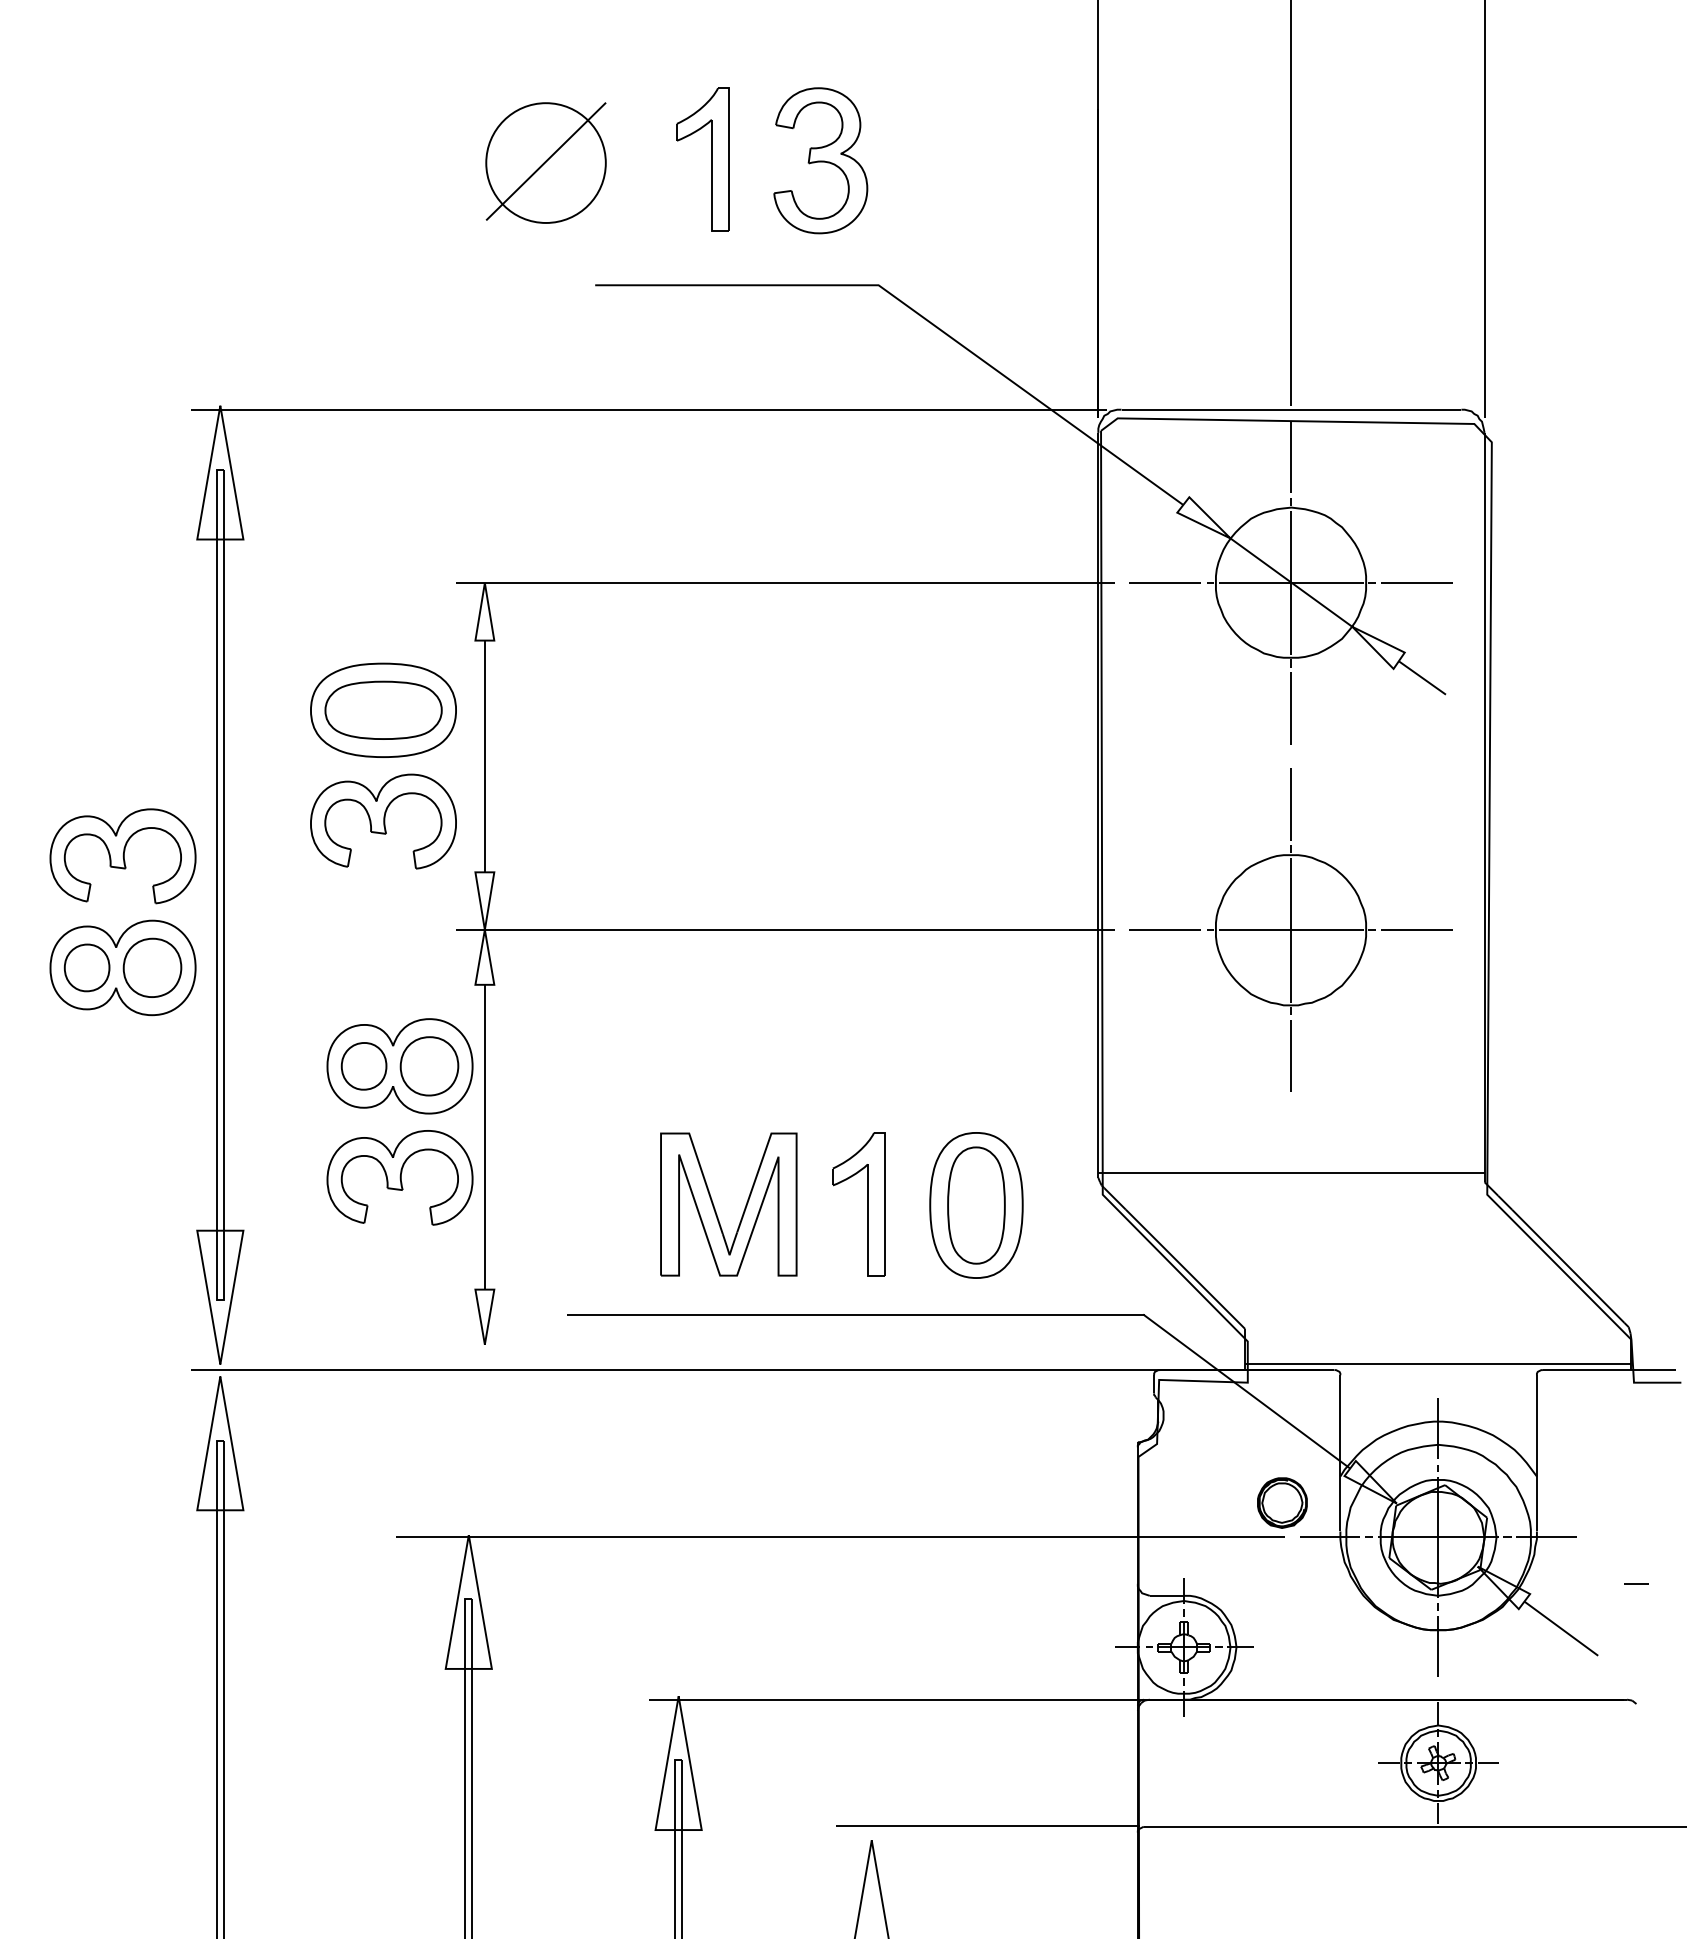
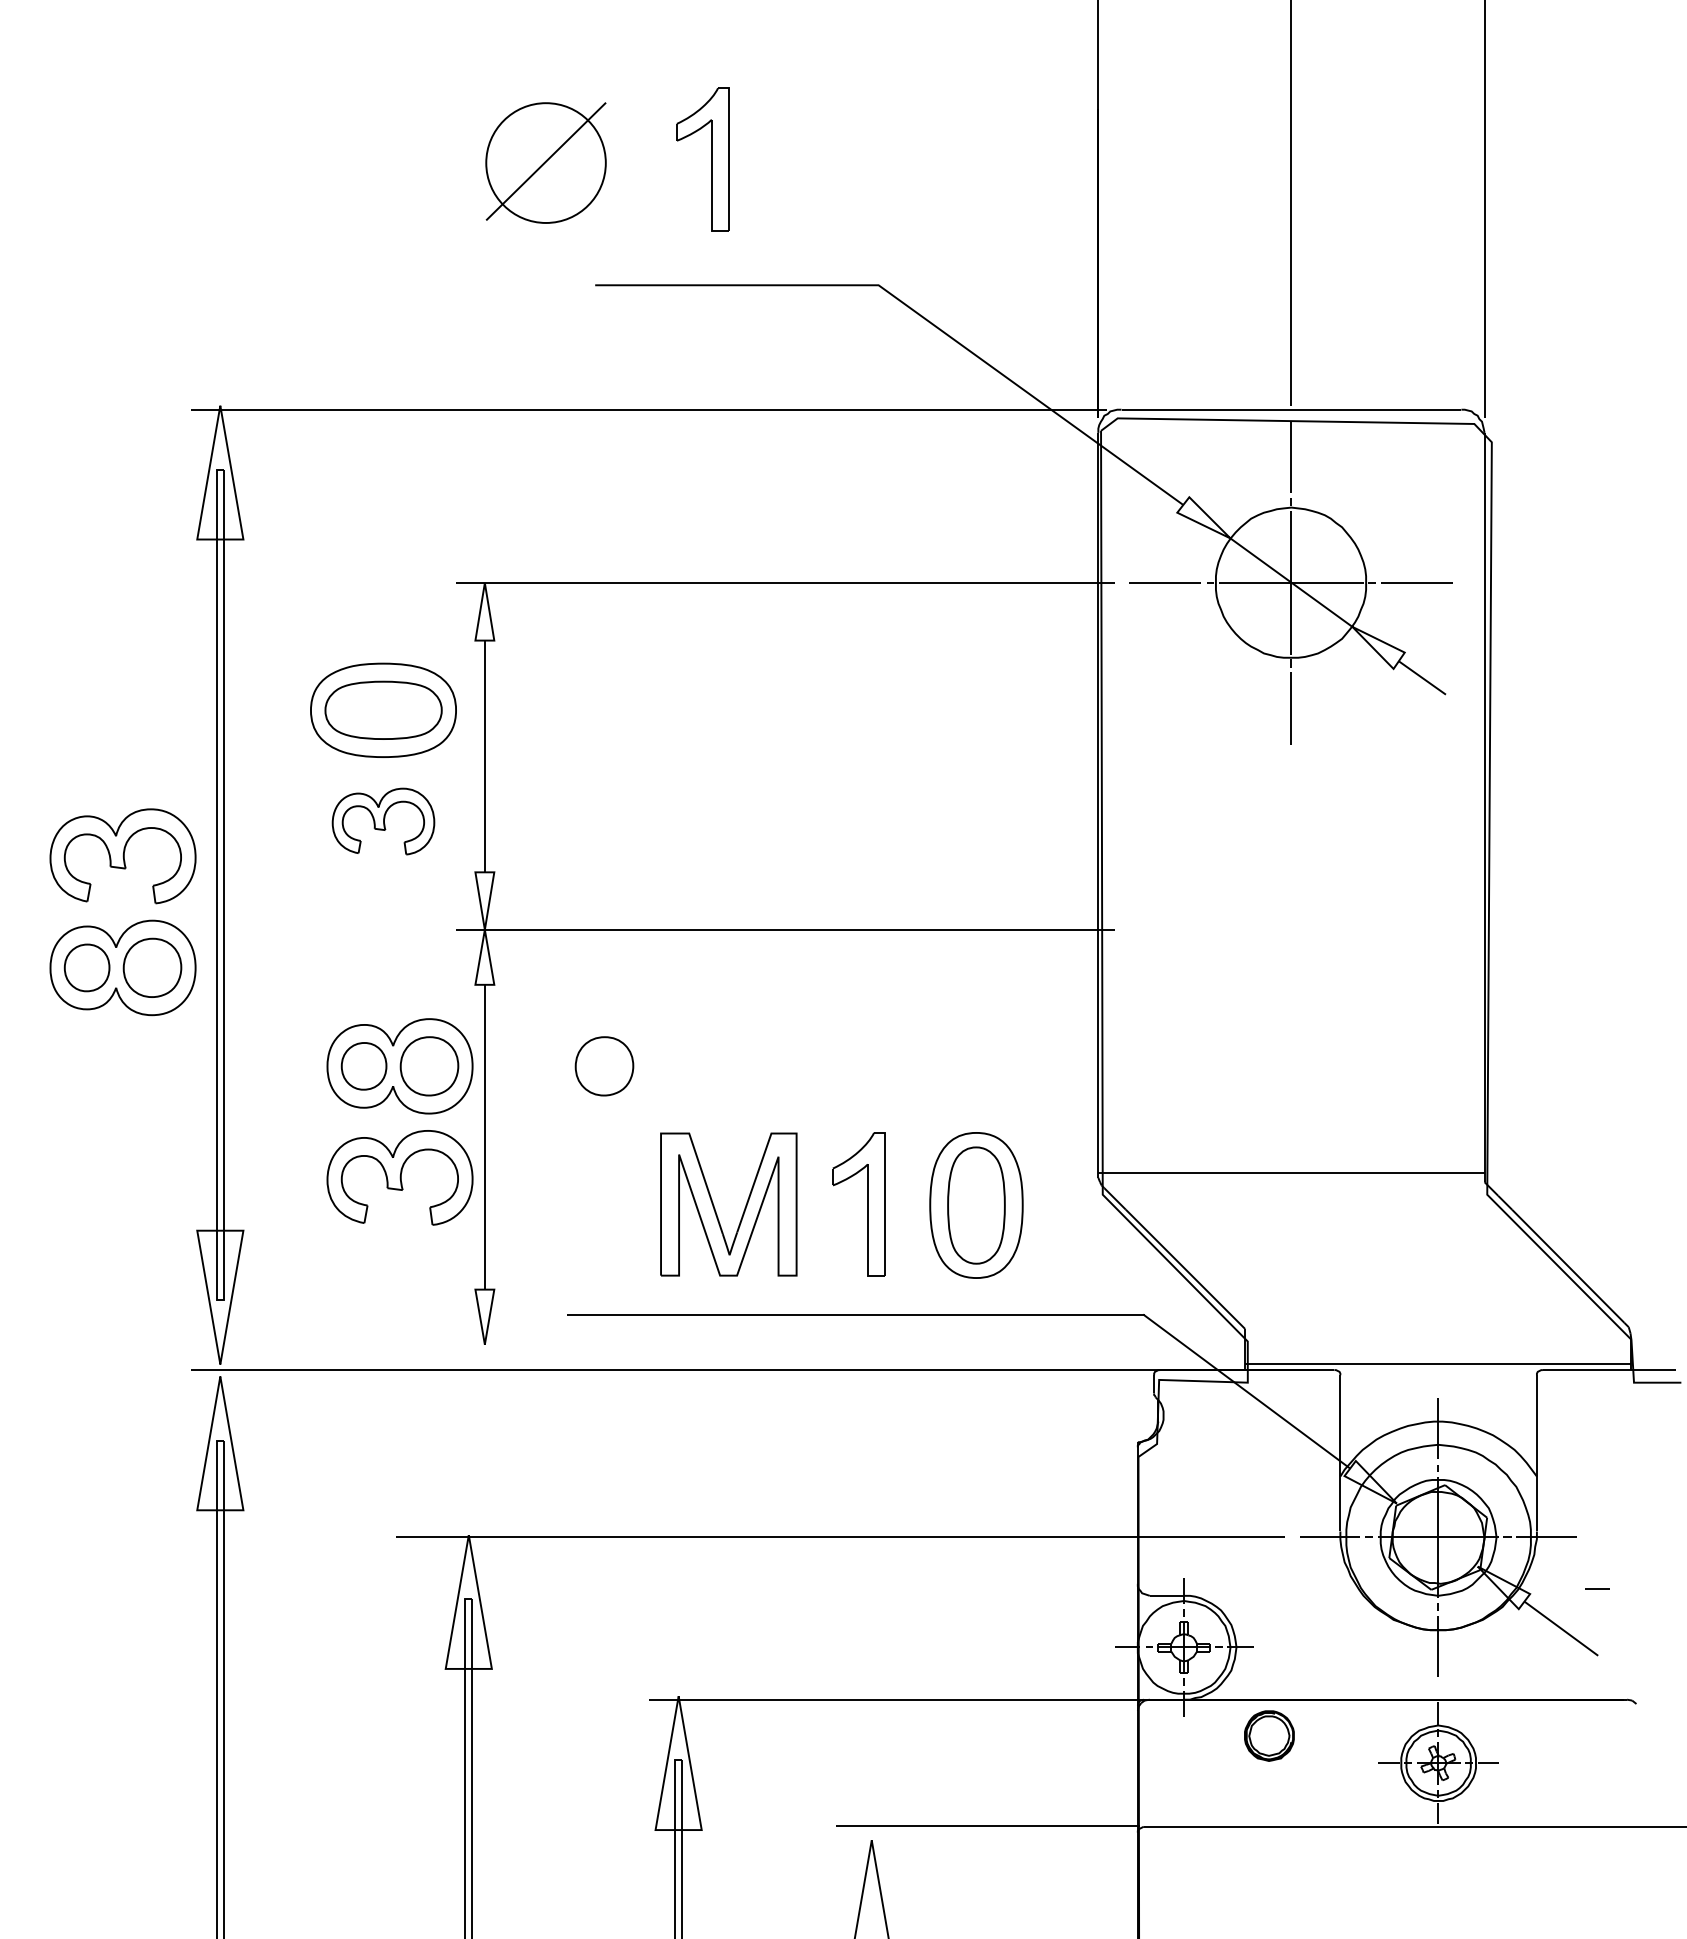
part at (820, 160): present -> none
part at (383, 821) size: 147x97 px -> 105x69 px
part at (1290, 929): present -> none
part at (604, 1066): none -> present
part at (1282, 1502) position: (1282, 1502) -> (1269, 1735)
line at (1636, 1583) position: (1636, 1583) -> (1597, 1588)
